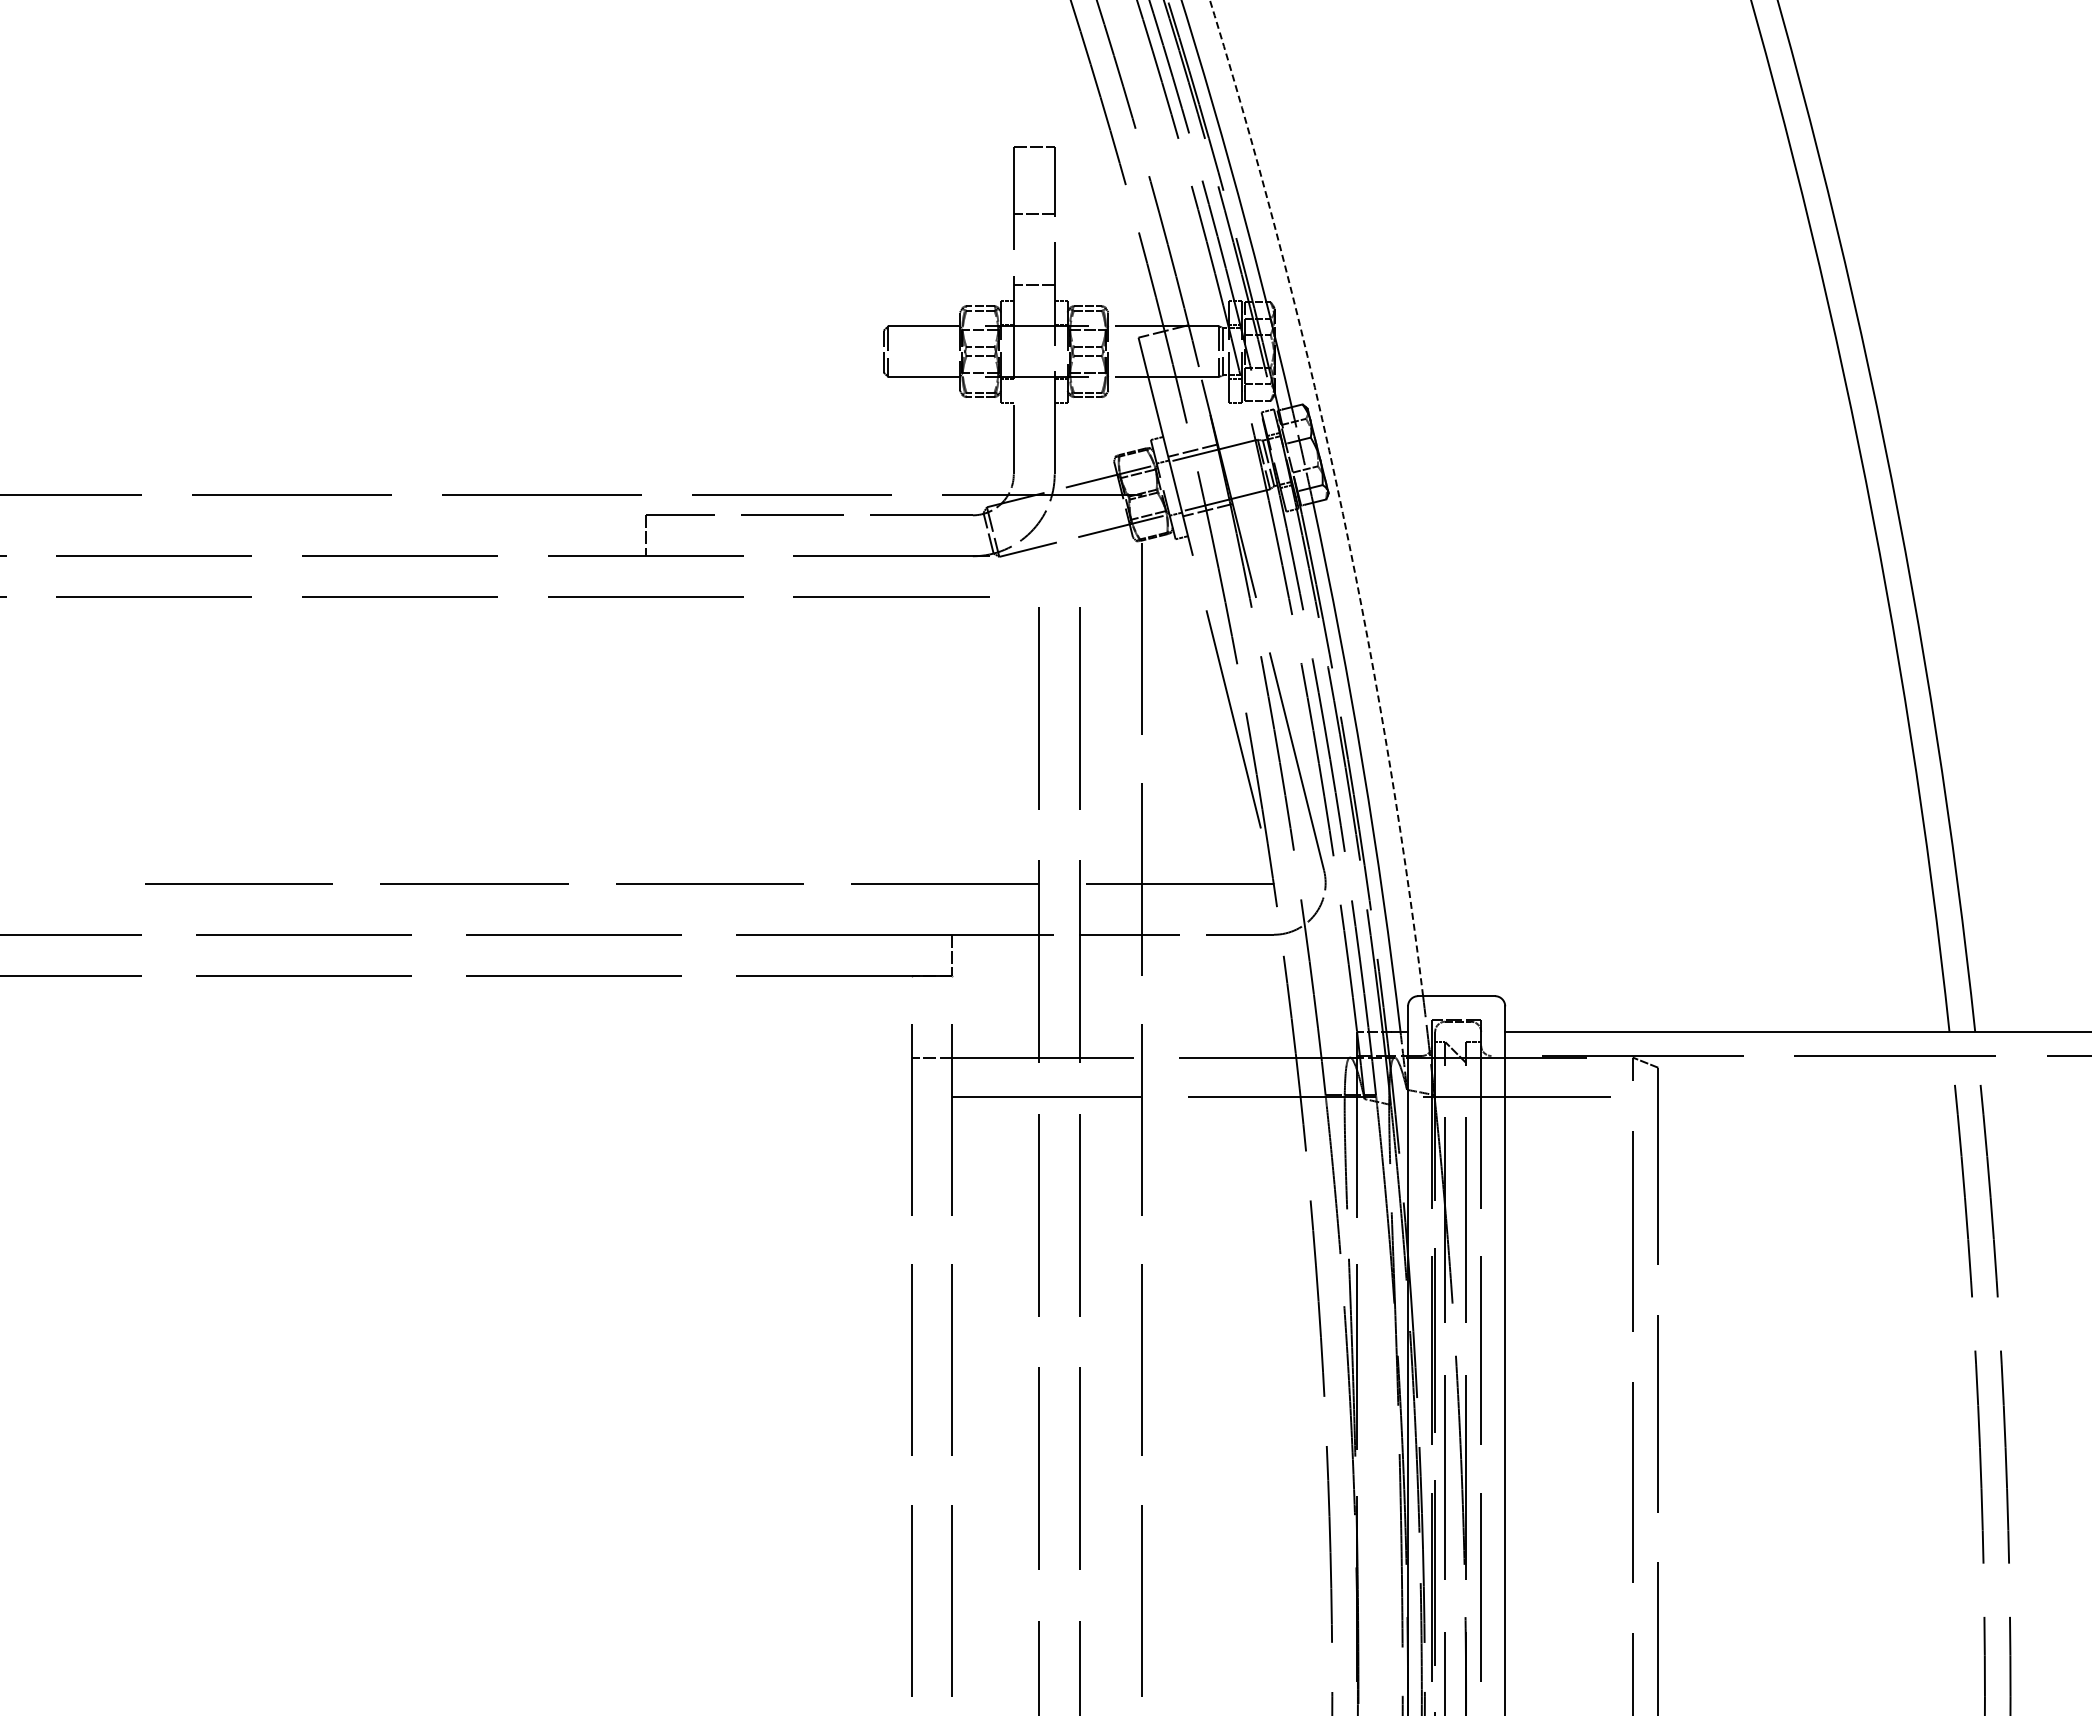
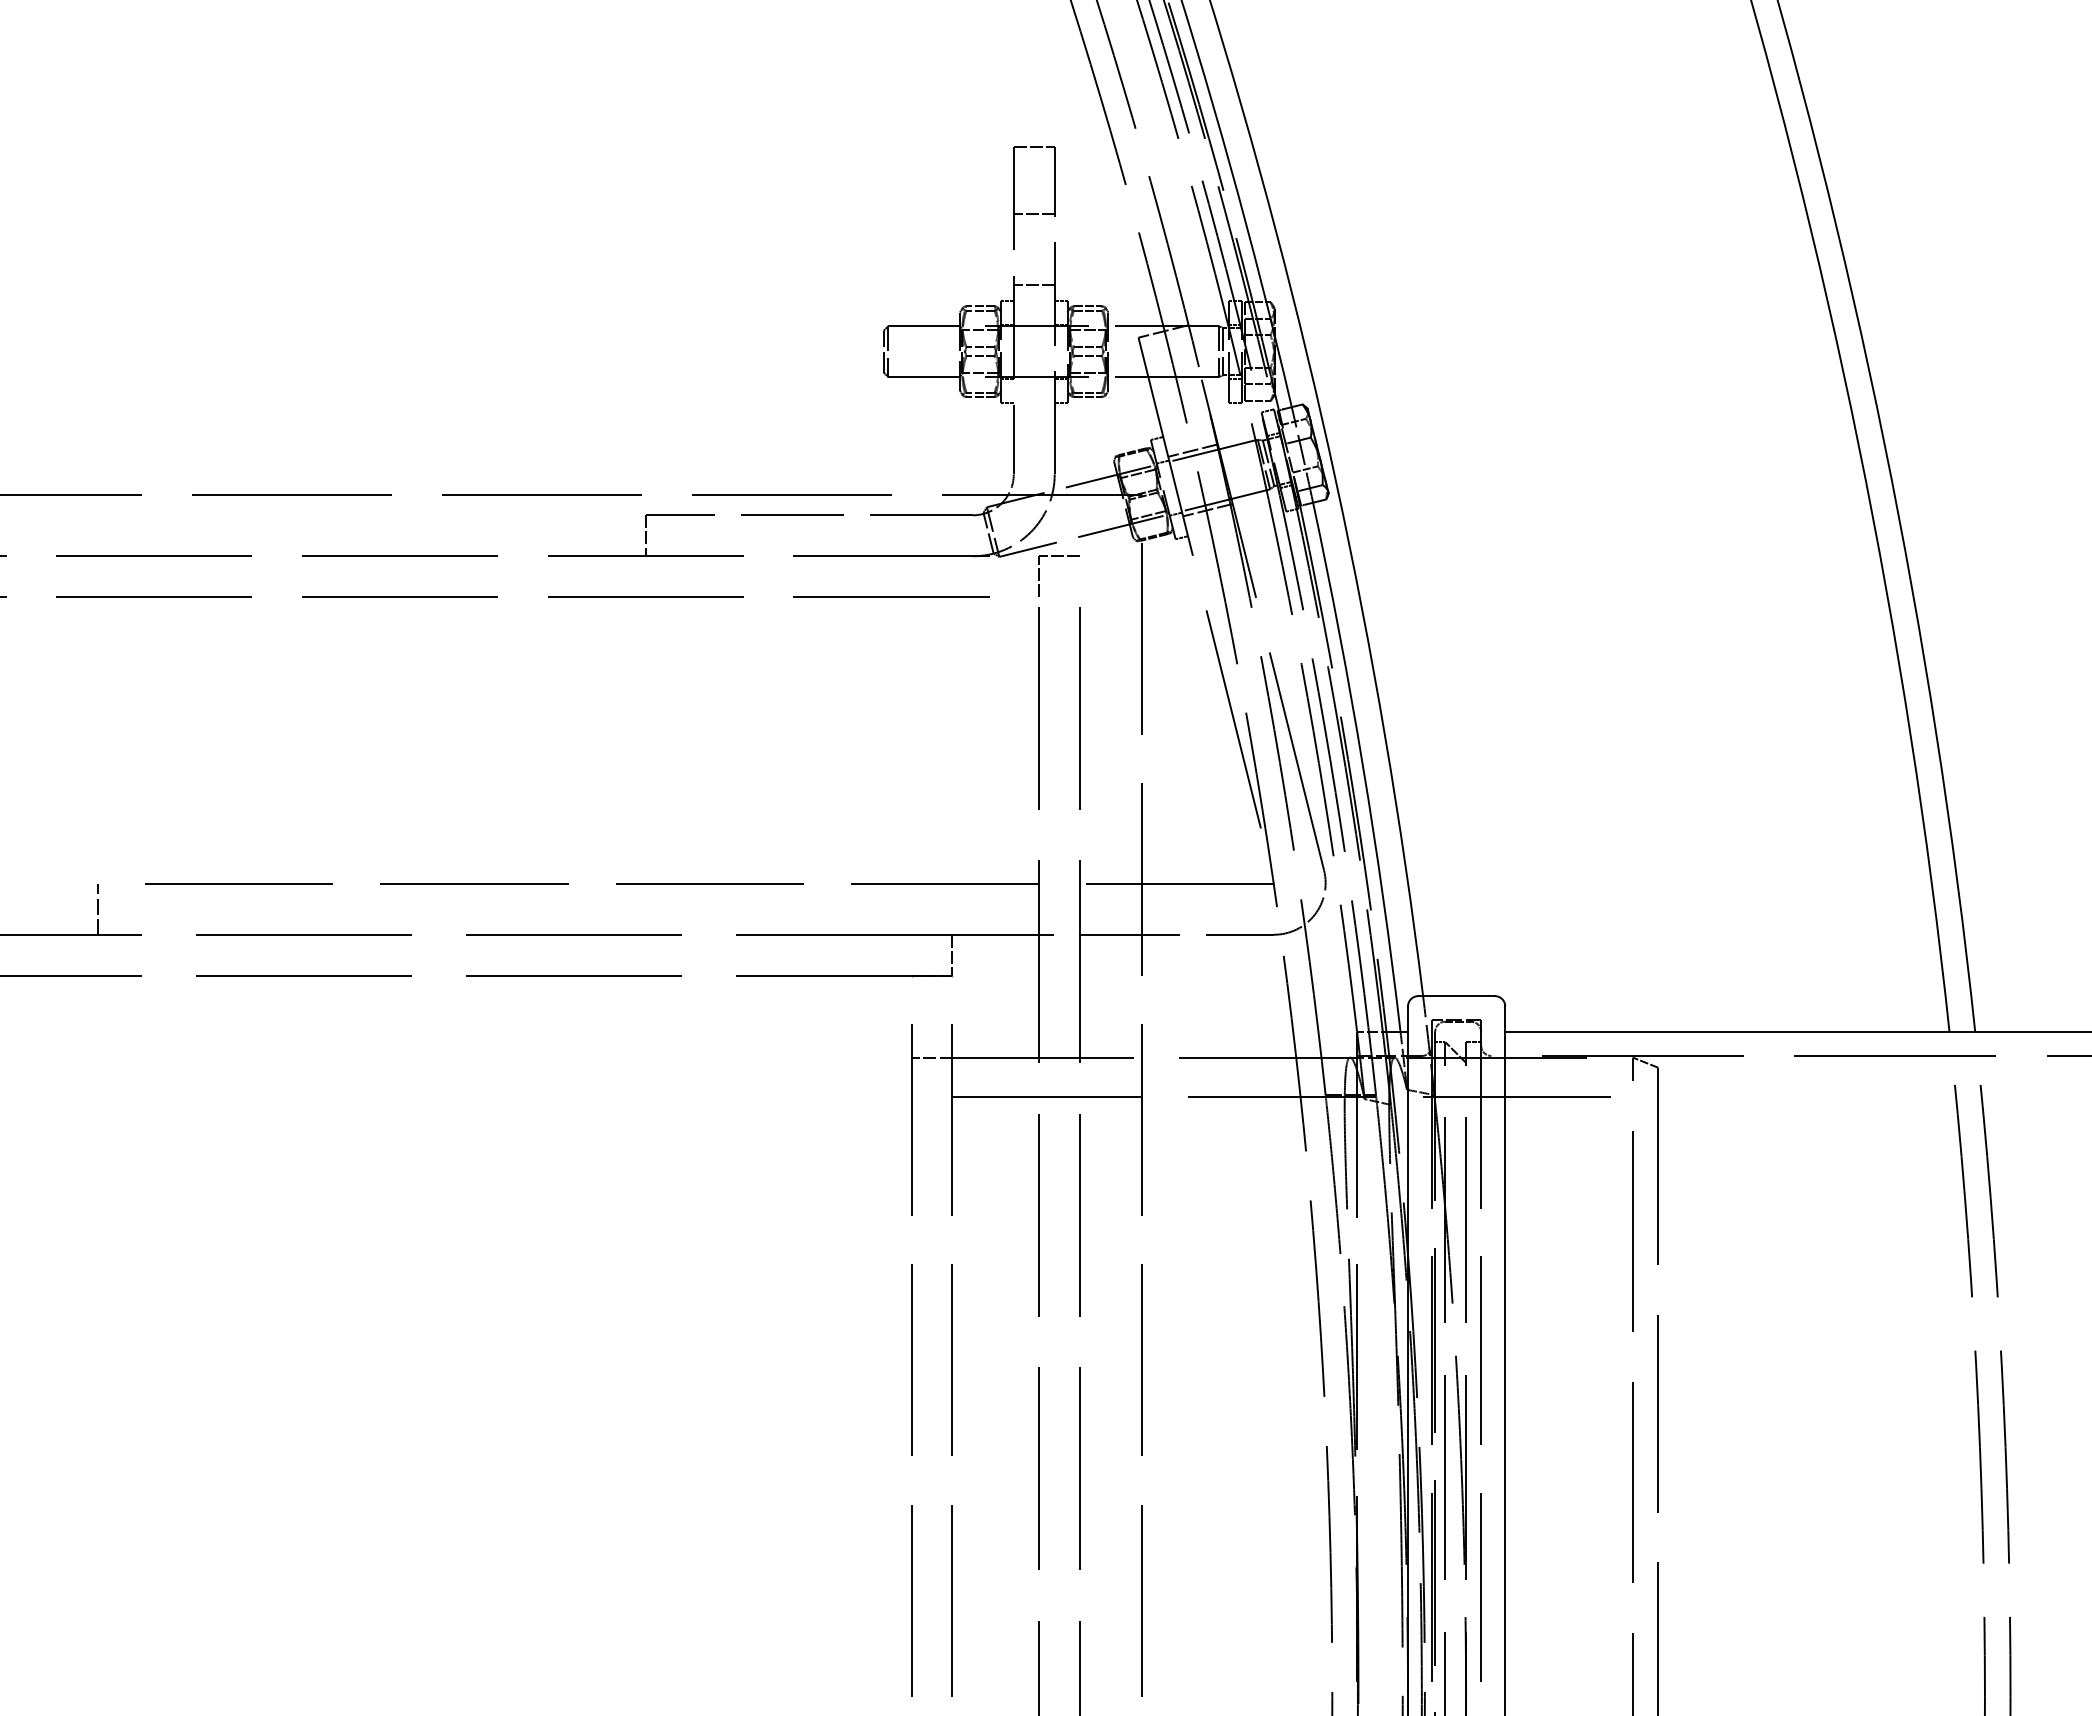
arc at (1338, 492): dashed -> solid
part at (1058, 556): none -> present
line at (98, 908): none -> present
